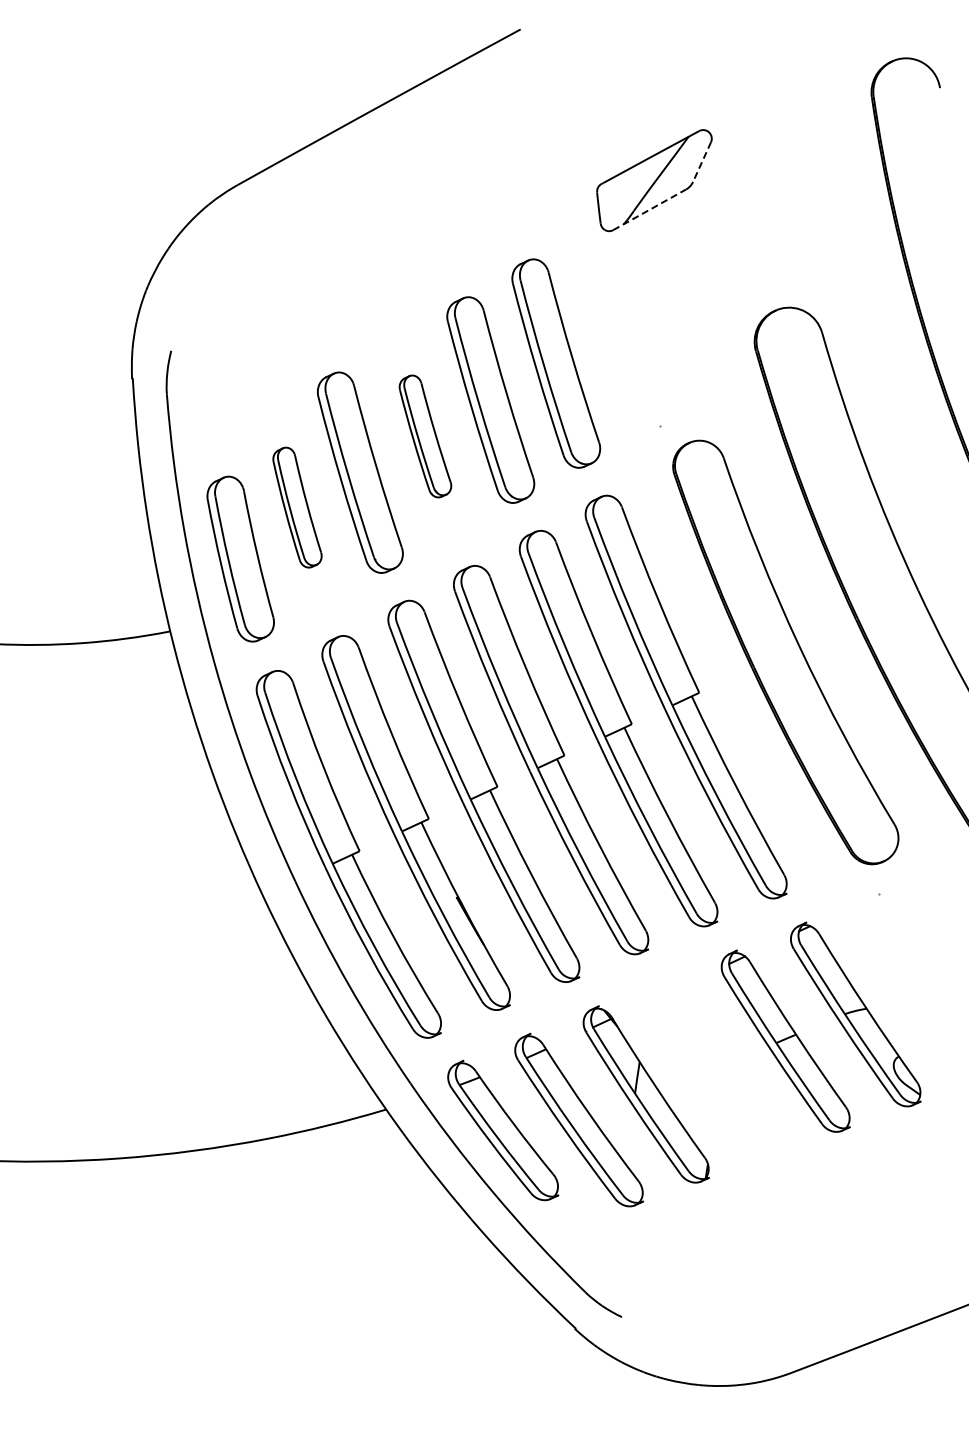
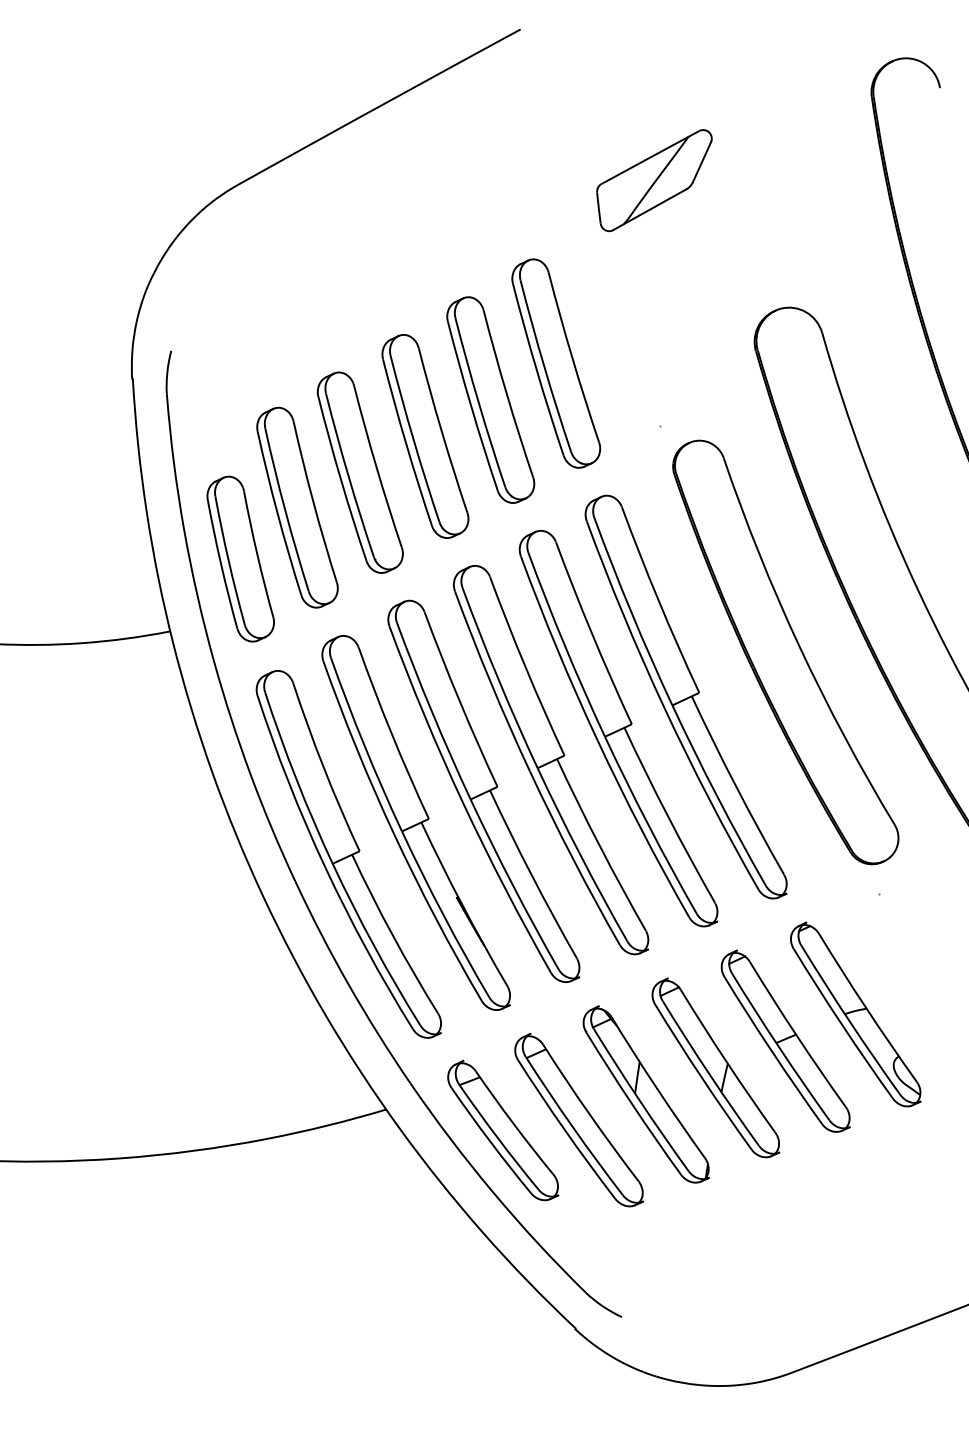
line at (702, 162): dashed -> solid
line at (649, 209): dashed -> solid
part at (425, 436) size: 55x125 px -> 89x205 px
part at (297, 507) size: 51x123 px -> 83x203 px
part at (715, 1067): none -> present
